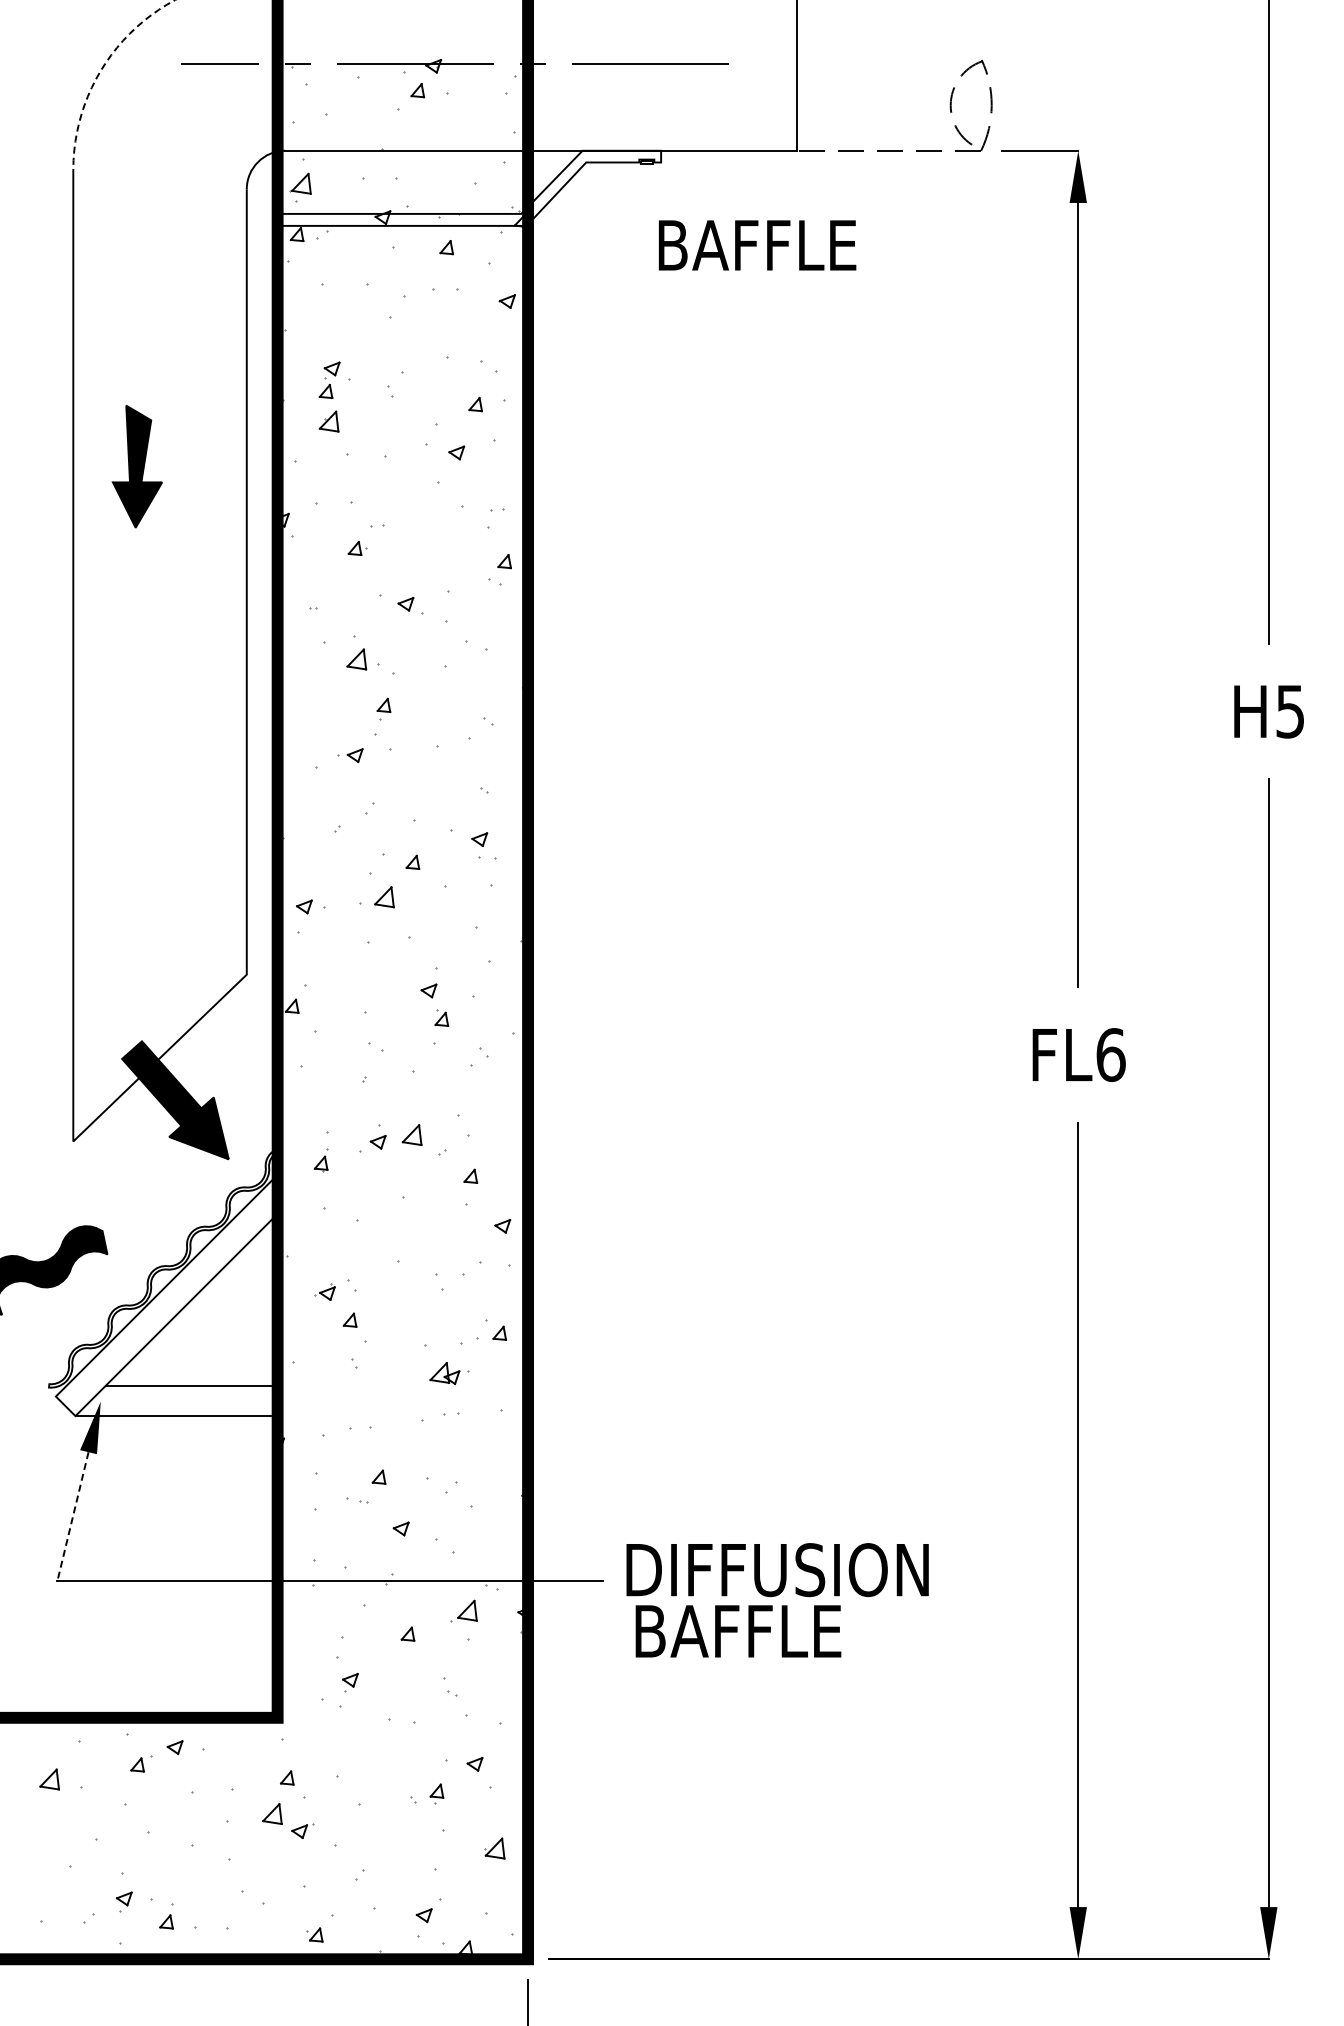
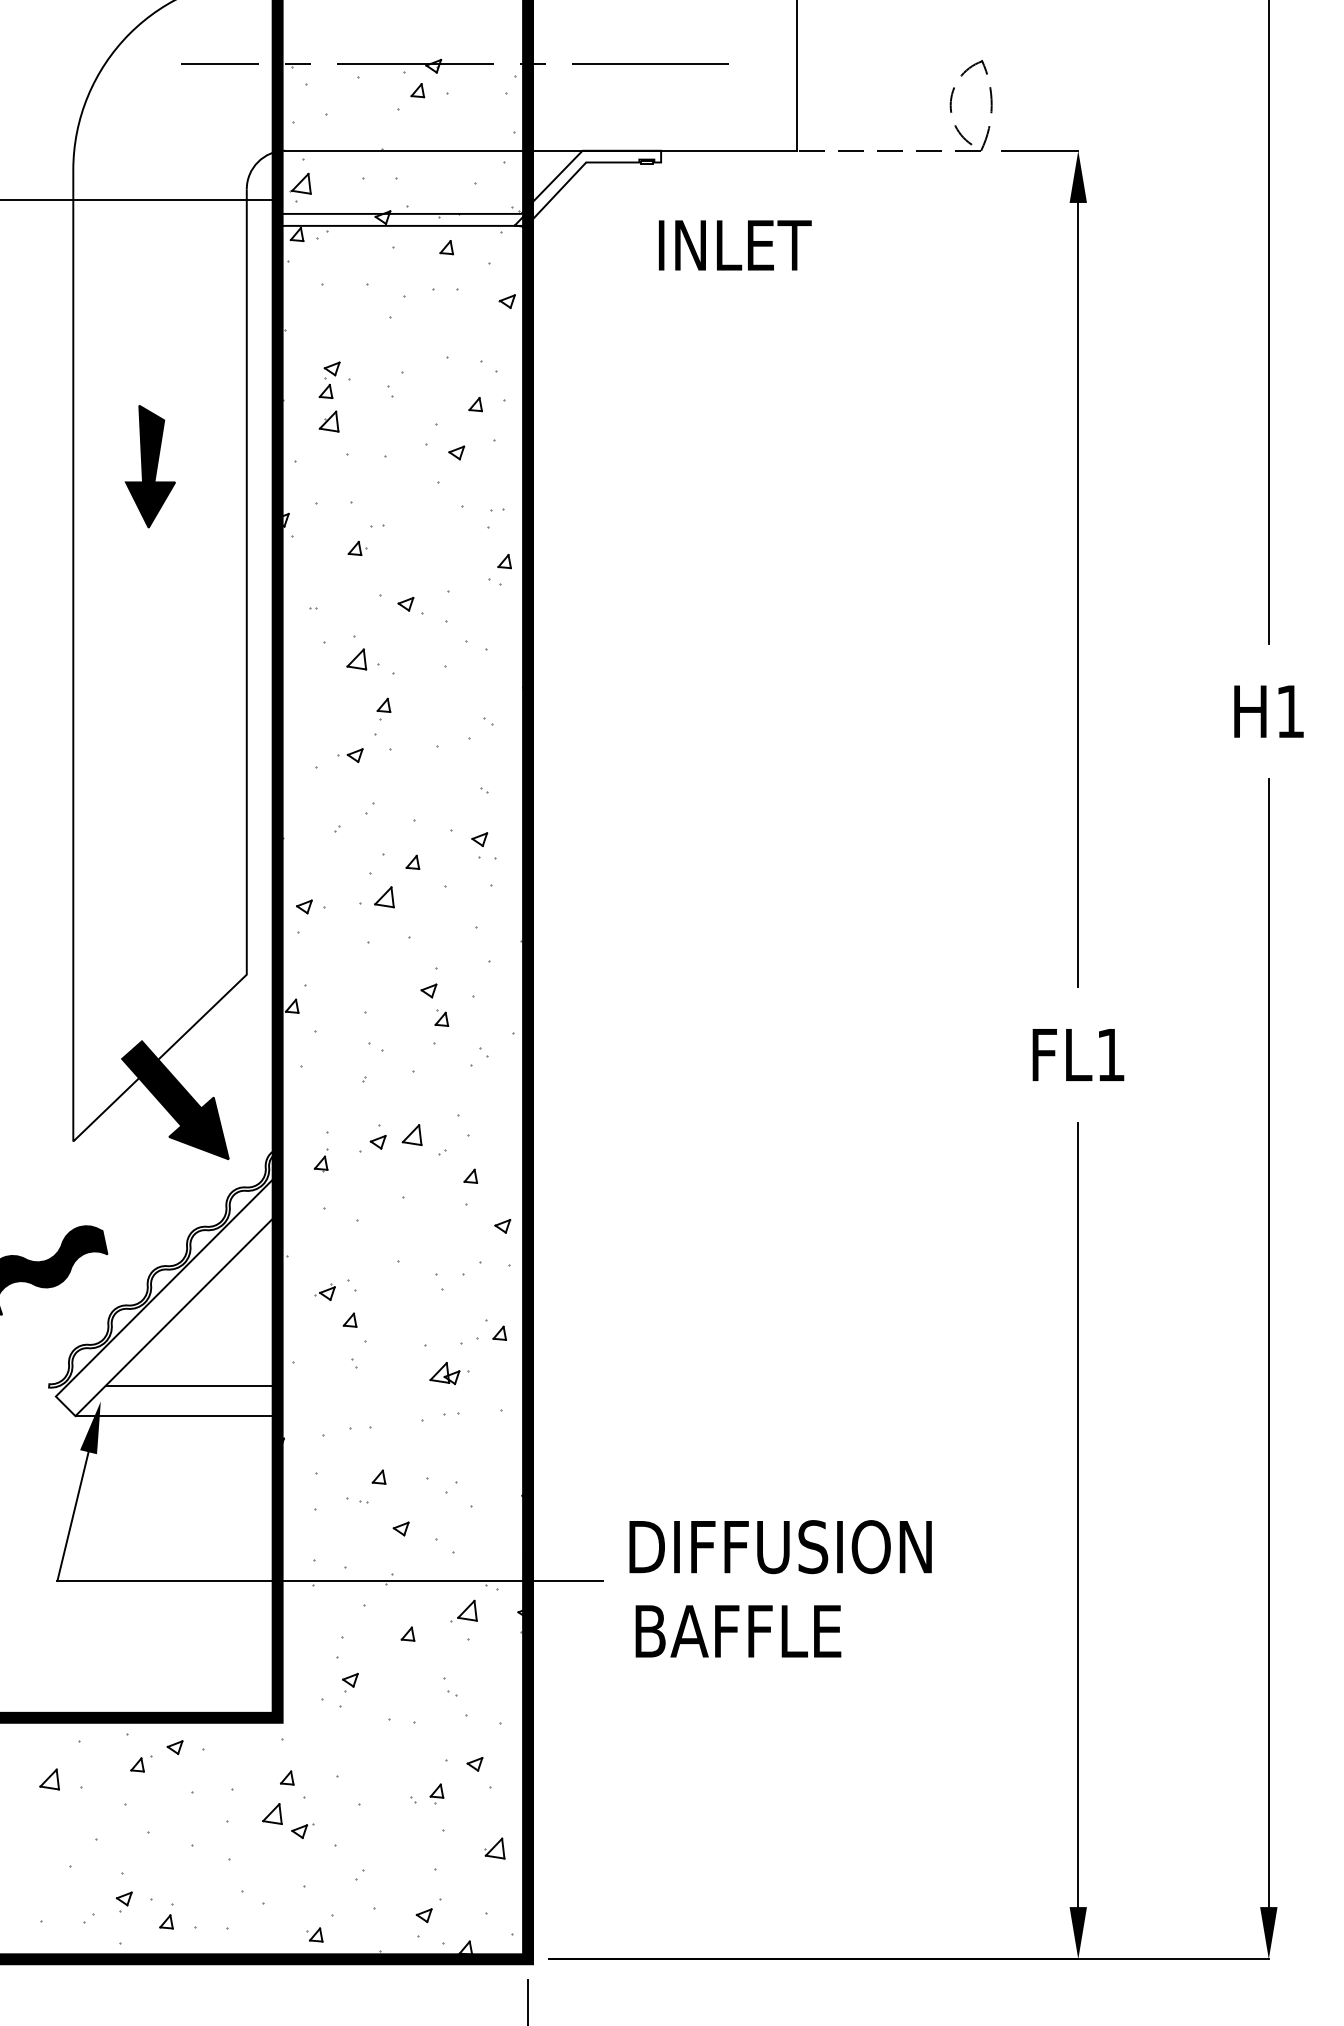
arc at (100, 71): dashed -> solid
line at (139, 199): none -> present
text at (760, 245): BAFFLE -> INLET
part at (136, 466) position: (136, 466) -> (149, 466)
text at (1289, 711): H5 -> H1
text at (1110, 1055): FL6 -> FL1
line at (72, 1517): dashed -> solid
text at (777, 1570) position: (777, 1570) -> (780, 1547)
